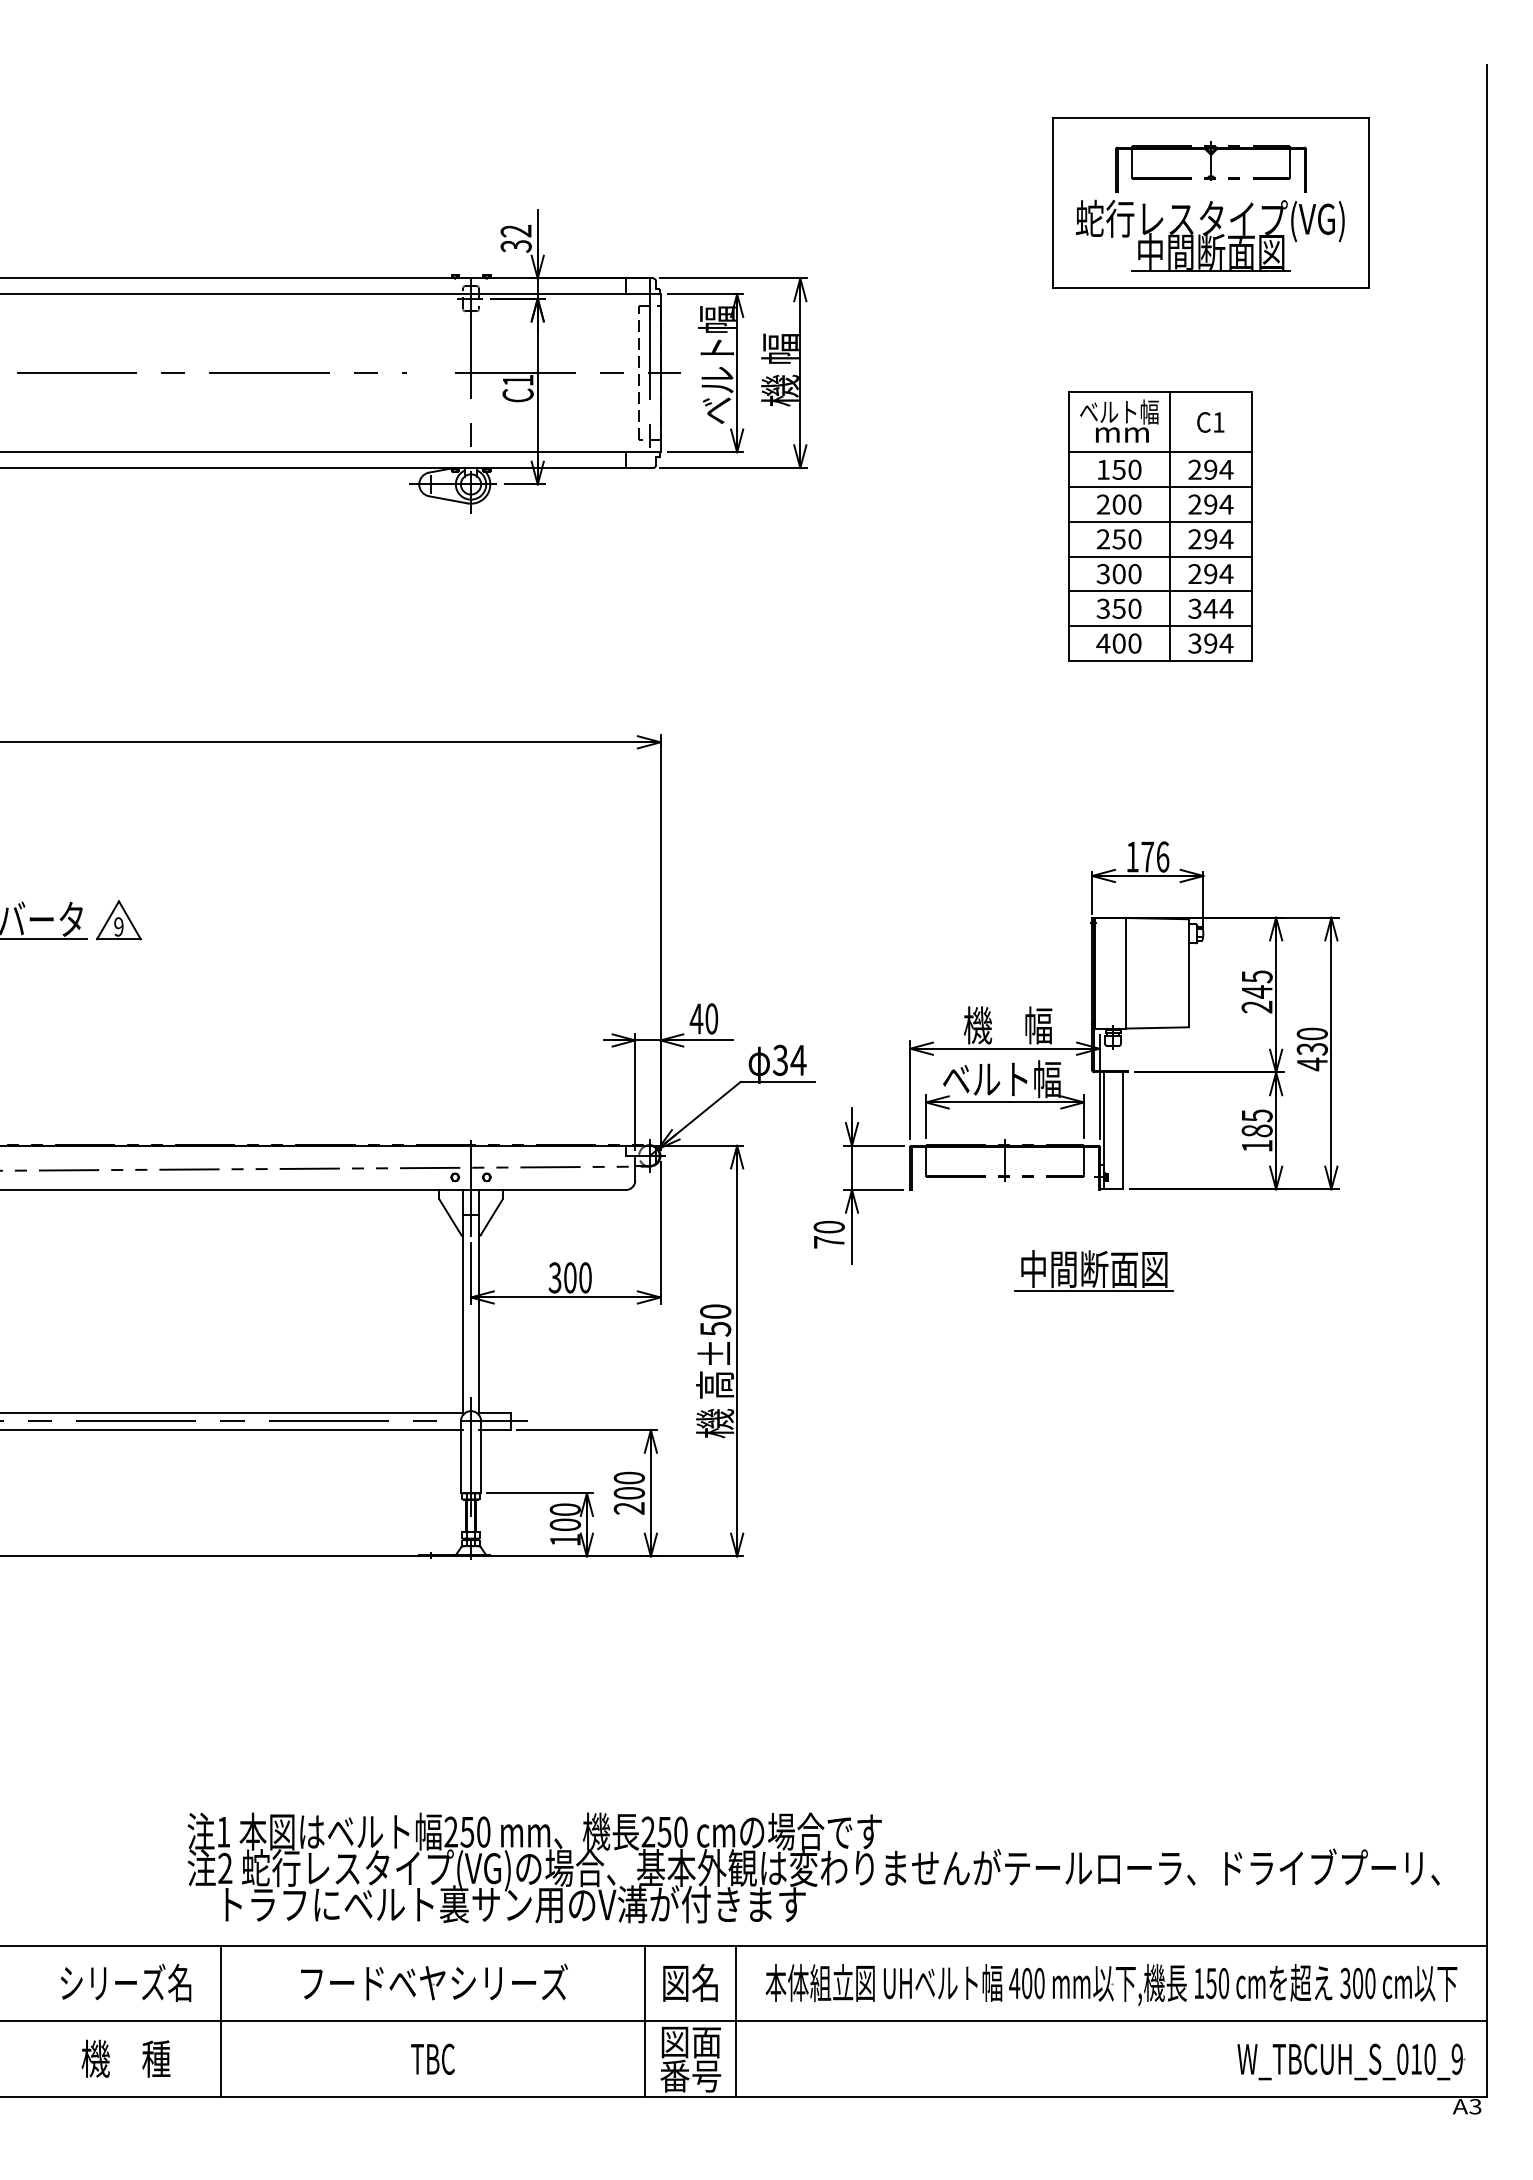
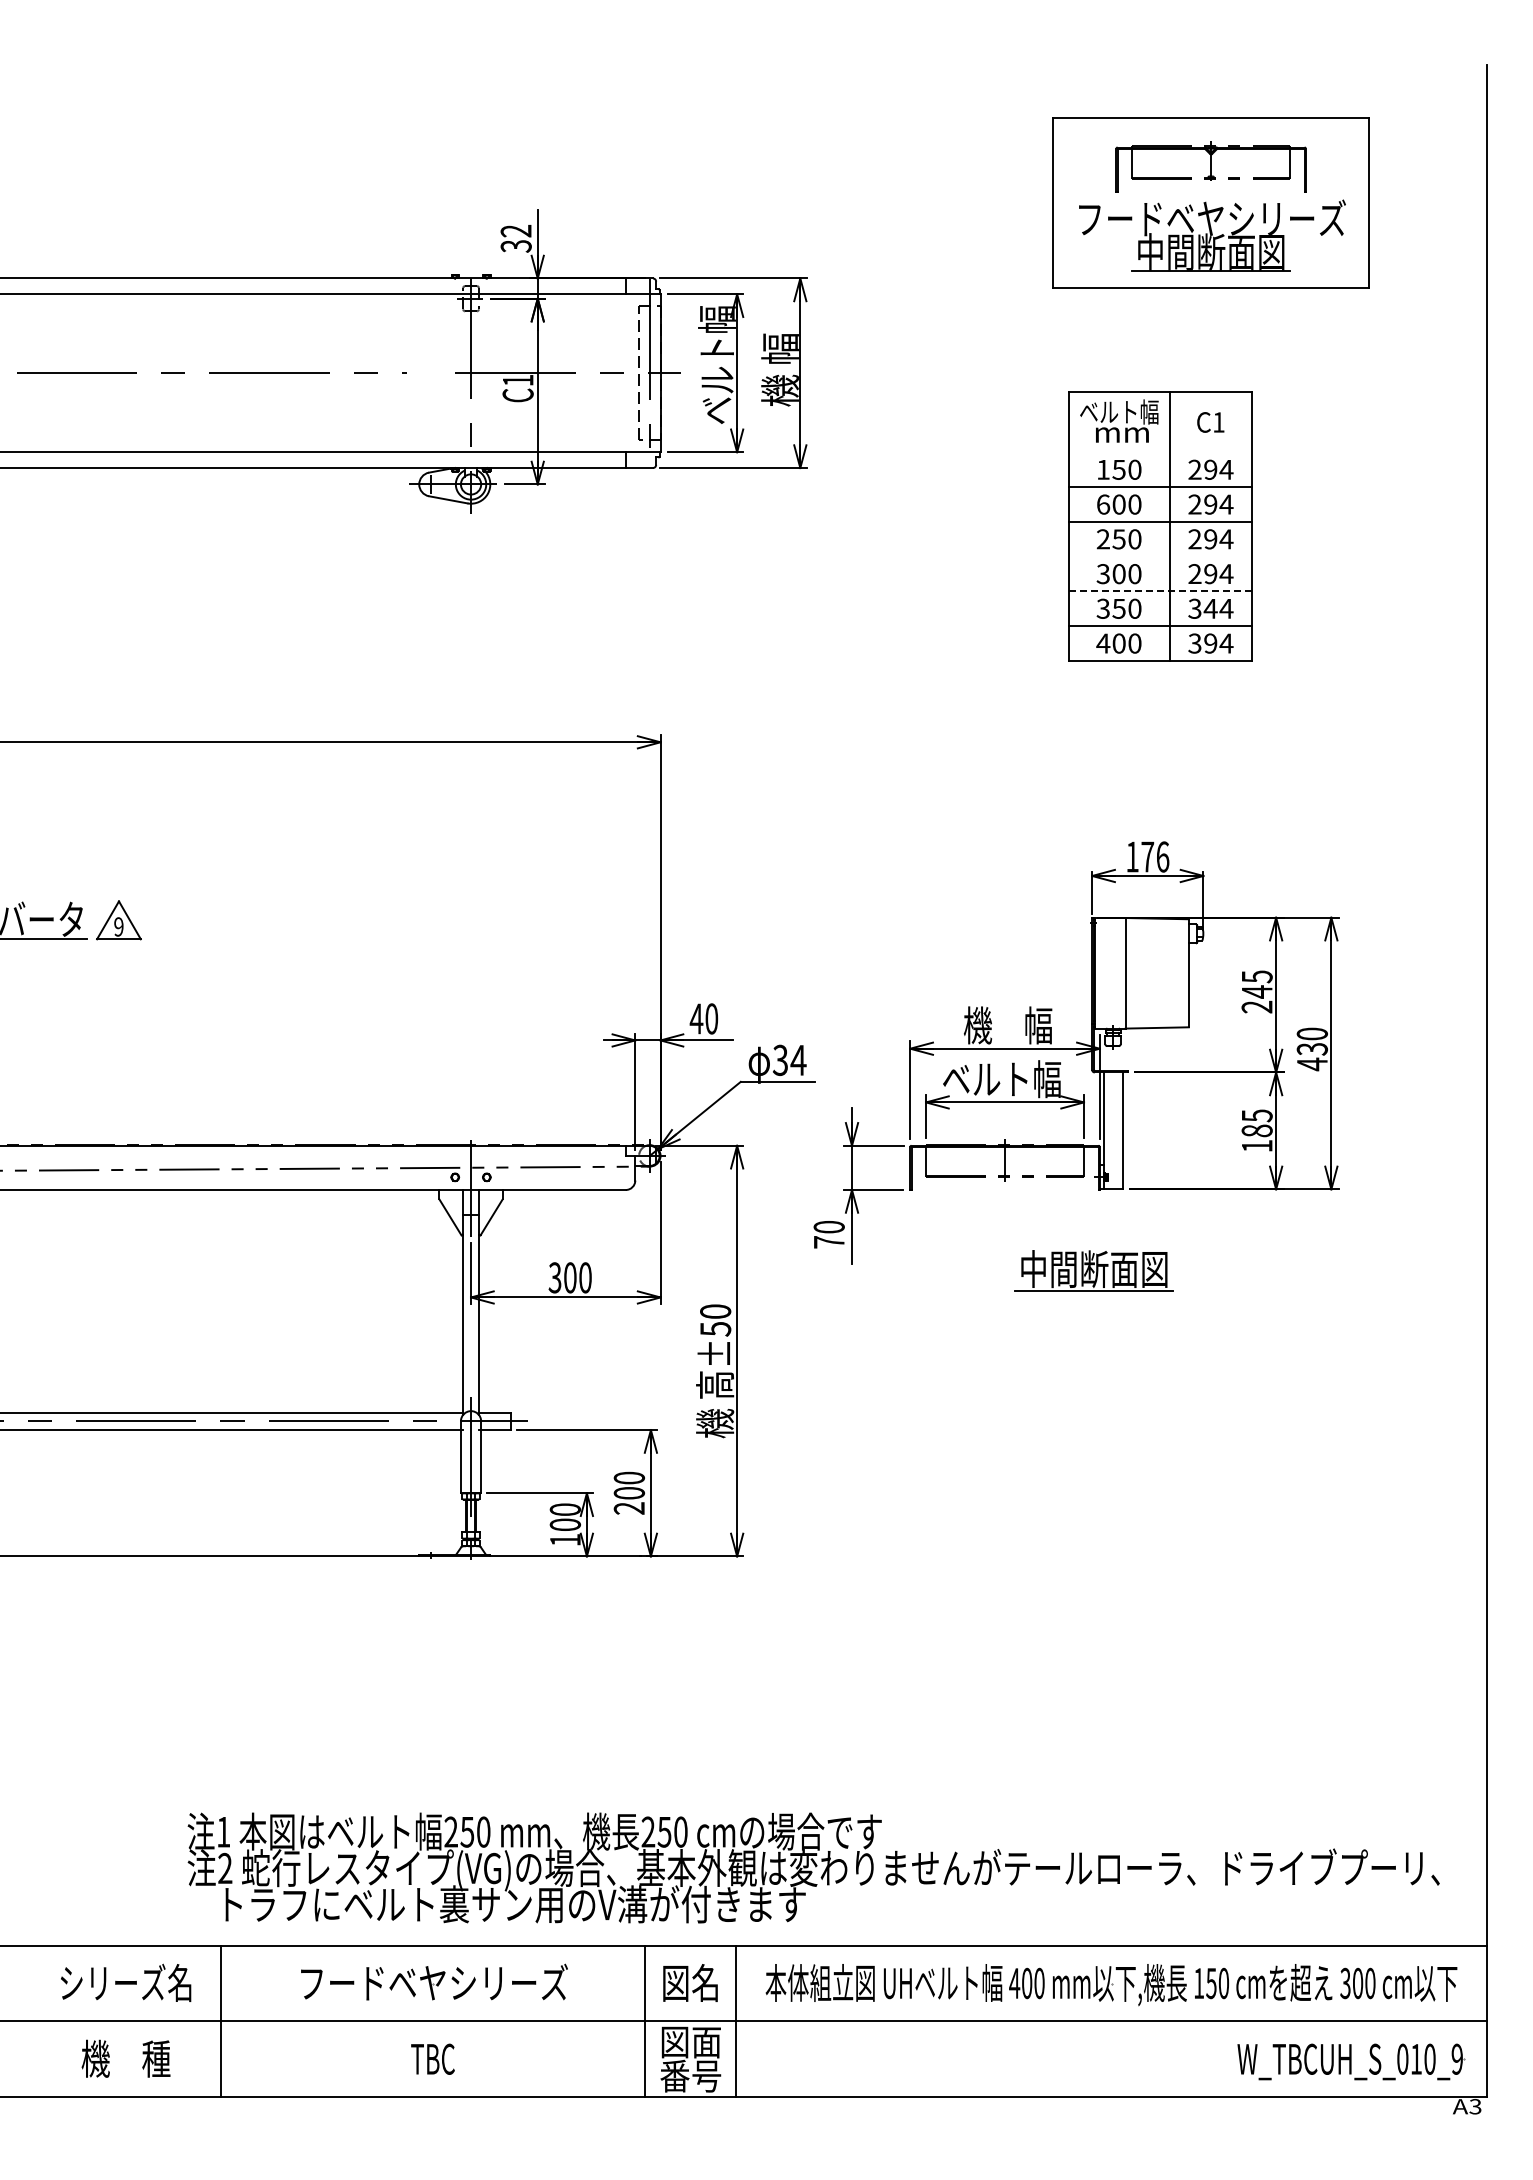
text at (1210, 220): 蛇行レスタイプ(VG) -> フードベヤシリーズ
line at (1159, 452): present -> none
text at (1103, 504): 200 -> 600
line at (1159, 556): present -> none
line at (1160, 591): solid -> dashed
